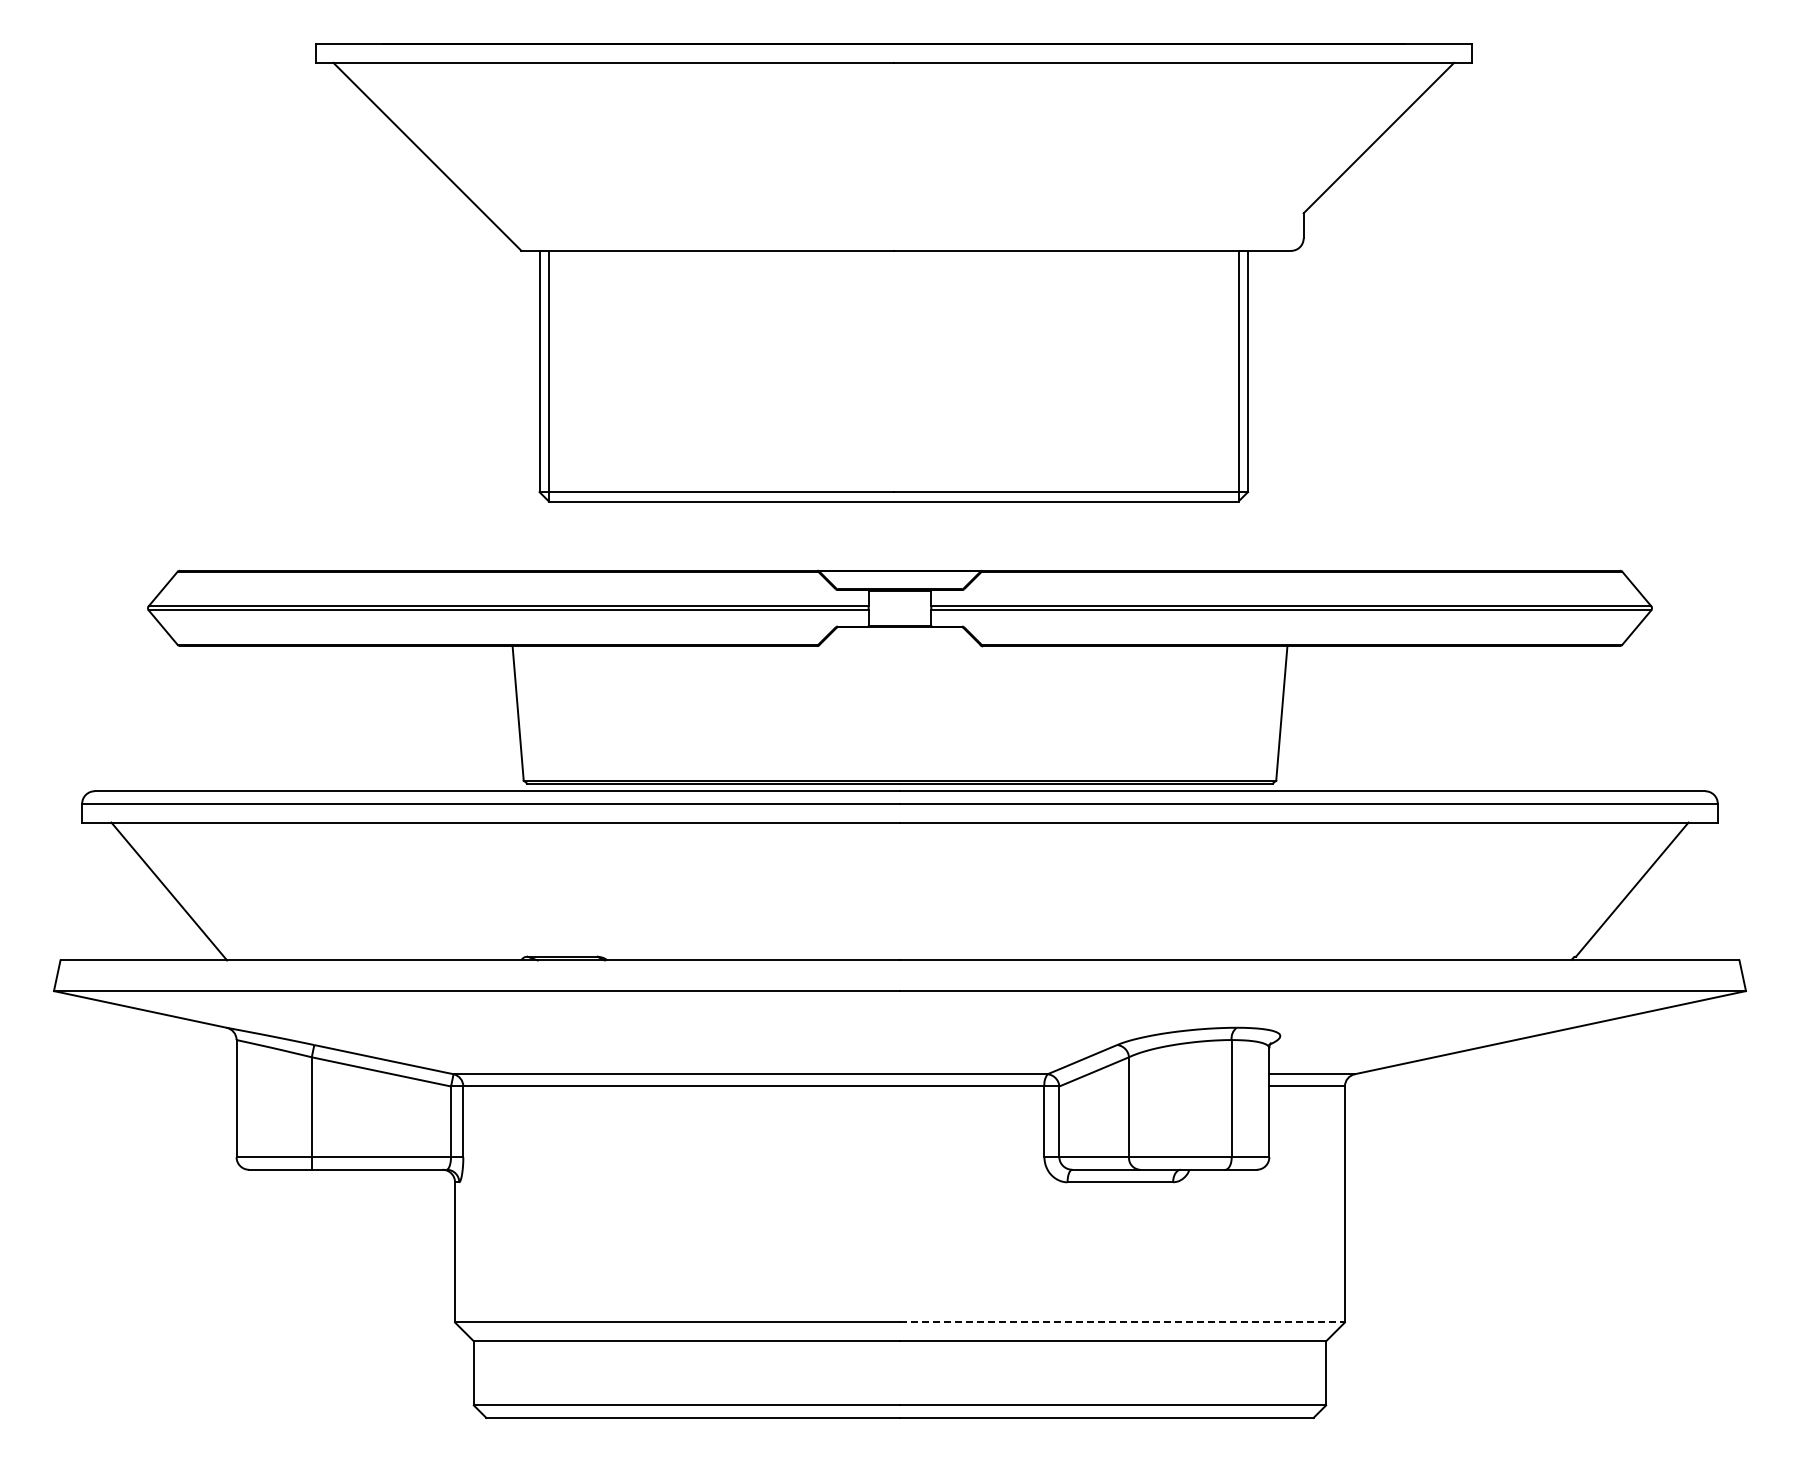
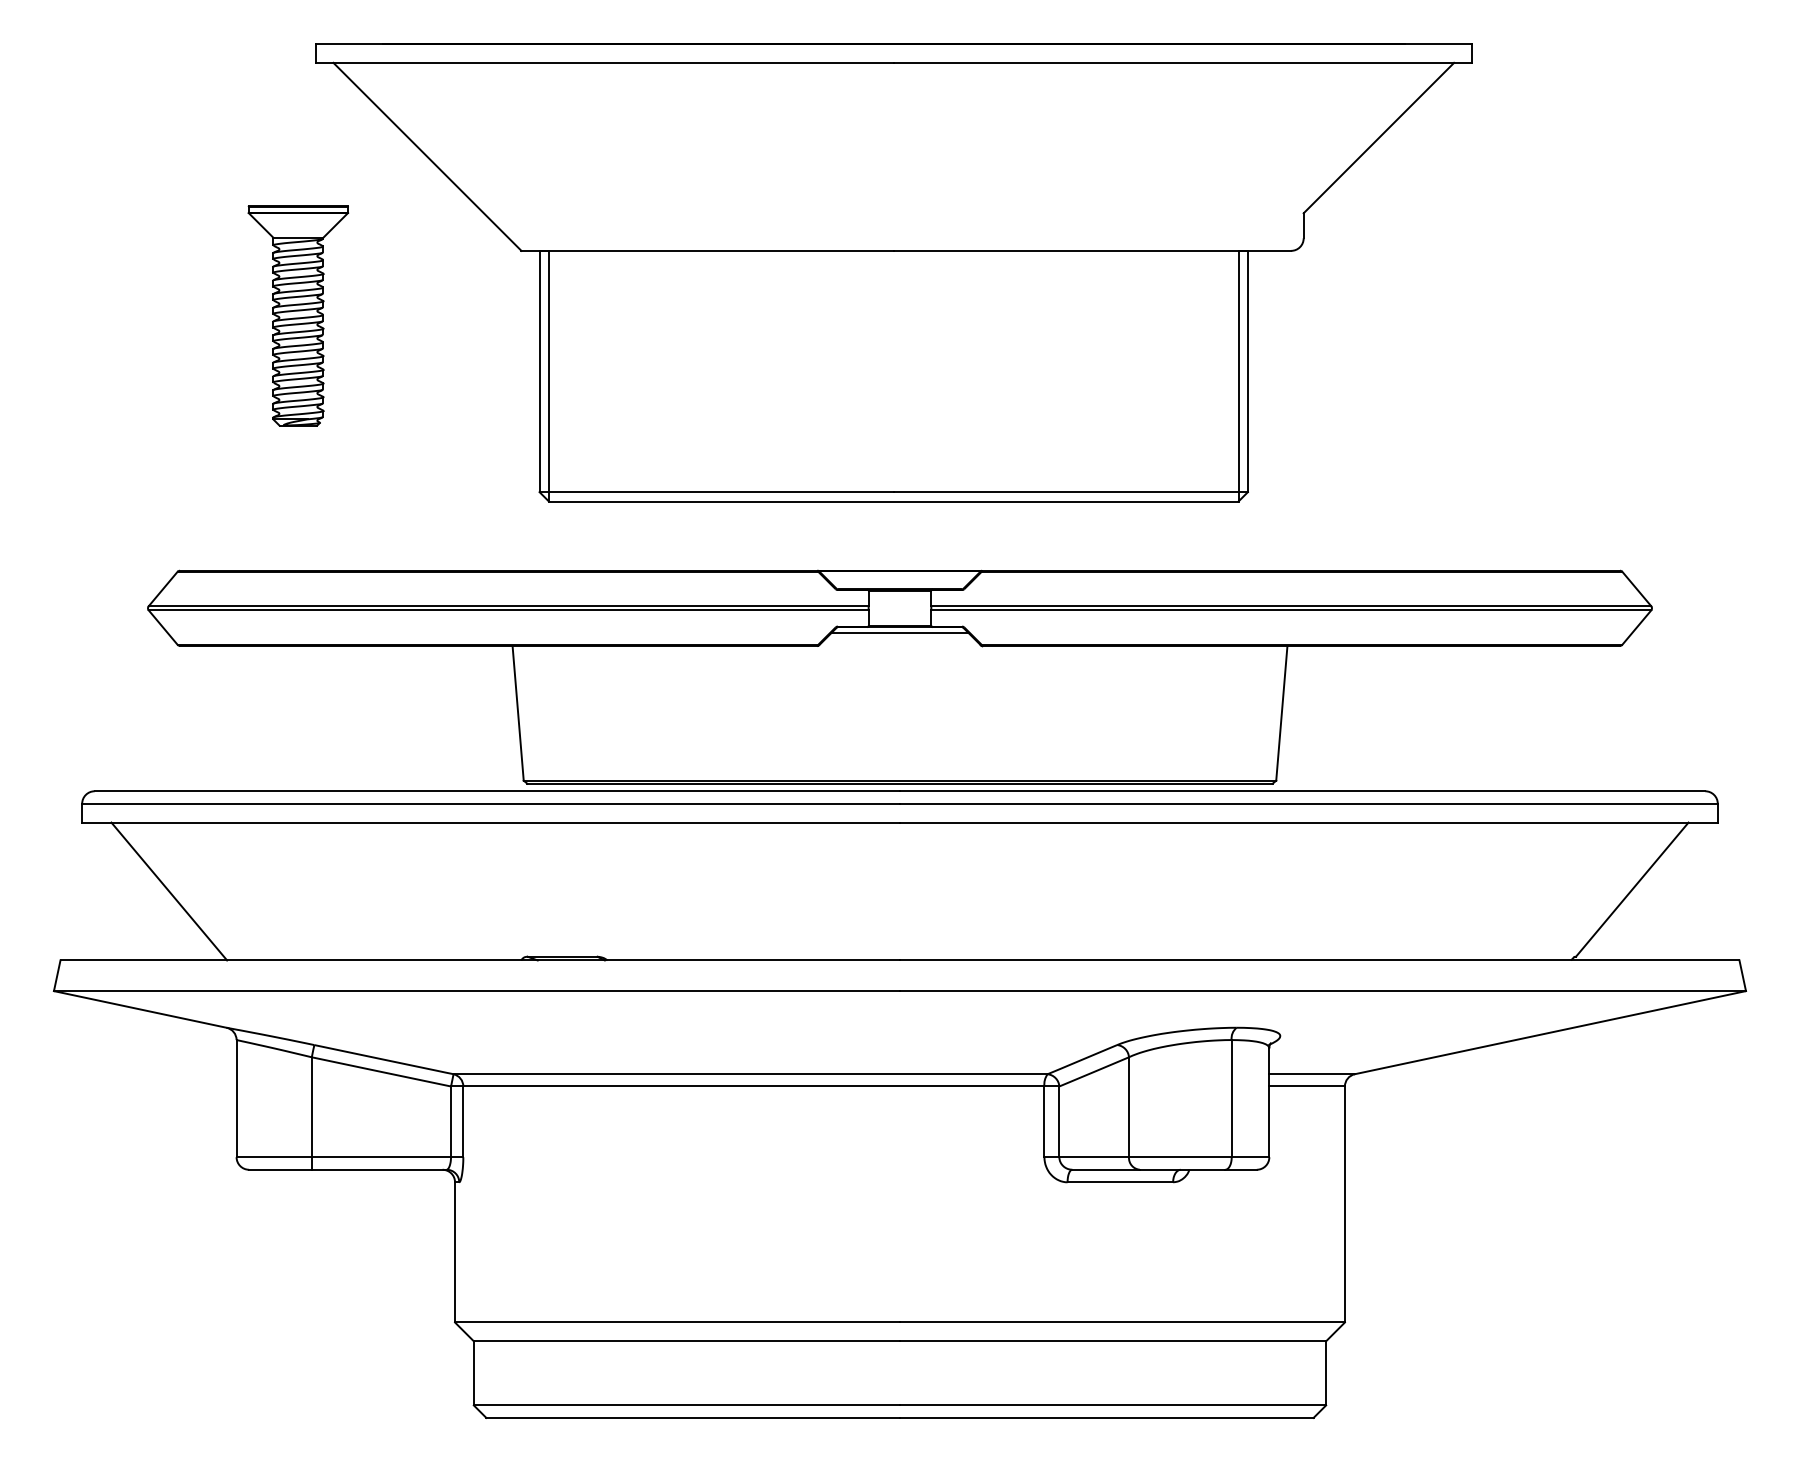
part at (298, 315): none -> present
line at (899, 632): none -> present
line at (1122, 1322): dashed -> solid
